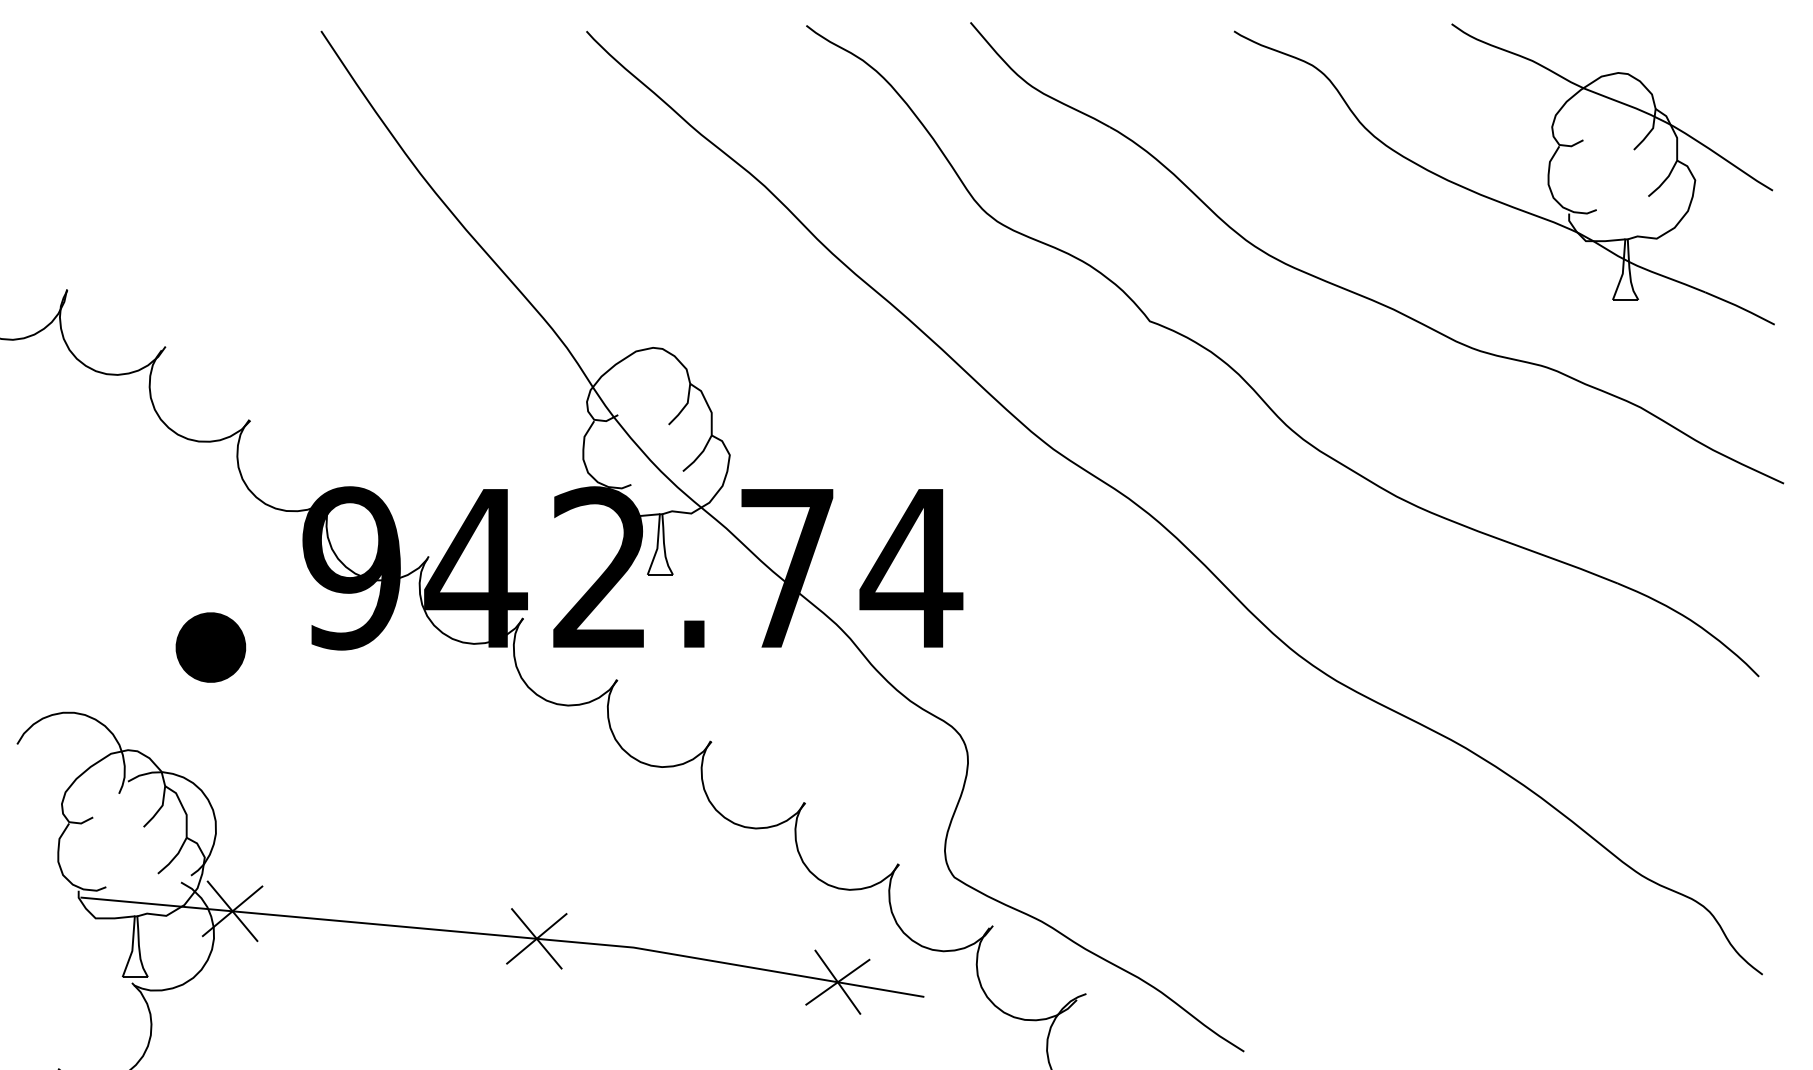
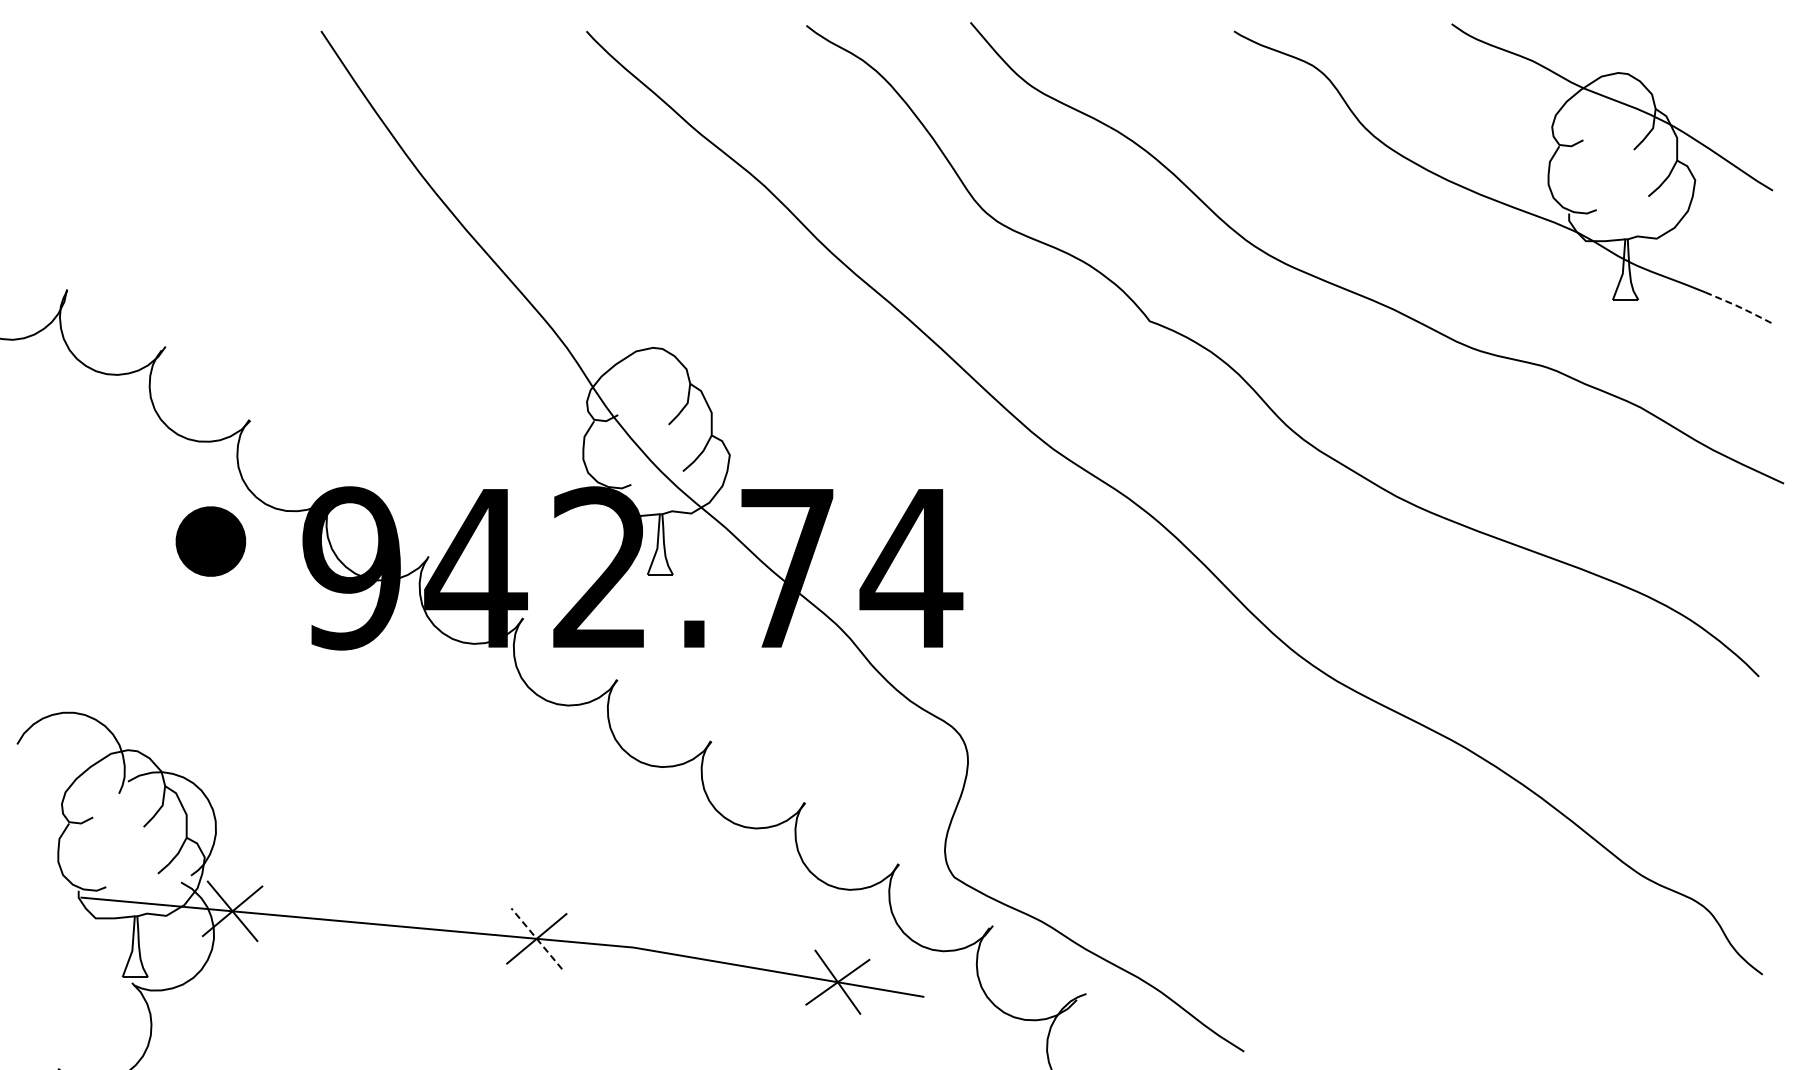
line at (1740, 307): solid -> dashed
part at (210, 647) position: (210, 647) -> (210, 541)
line at (536, 938): solid -> dashed
